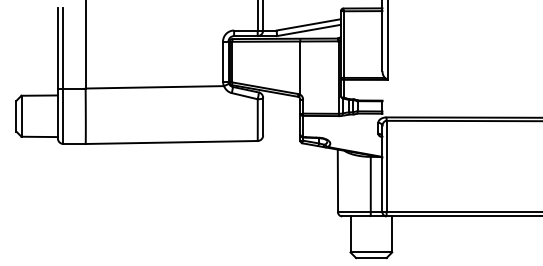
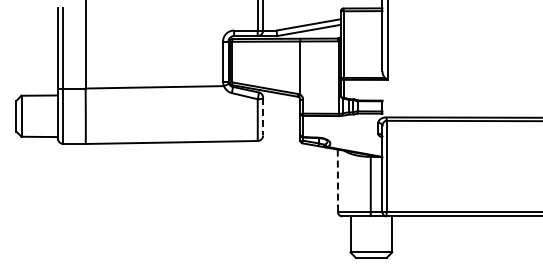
line at (263, 116): solid -> dashed
line at (337, 181): solid -> dashed
